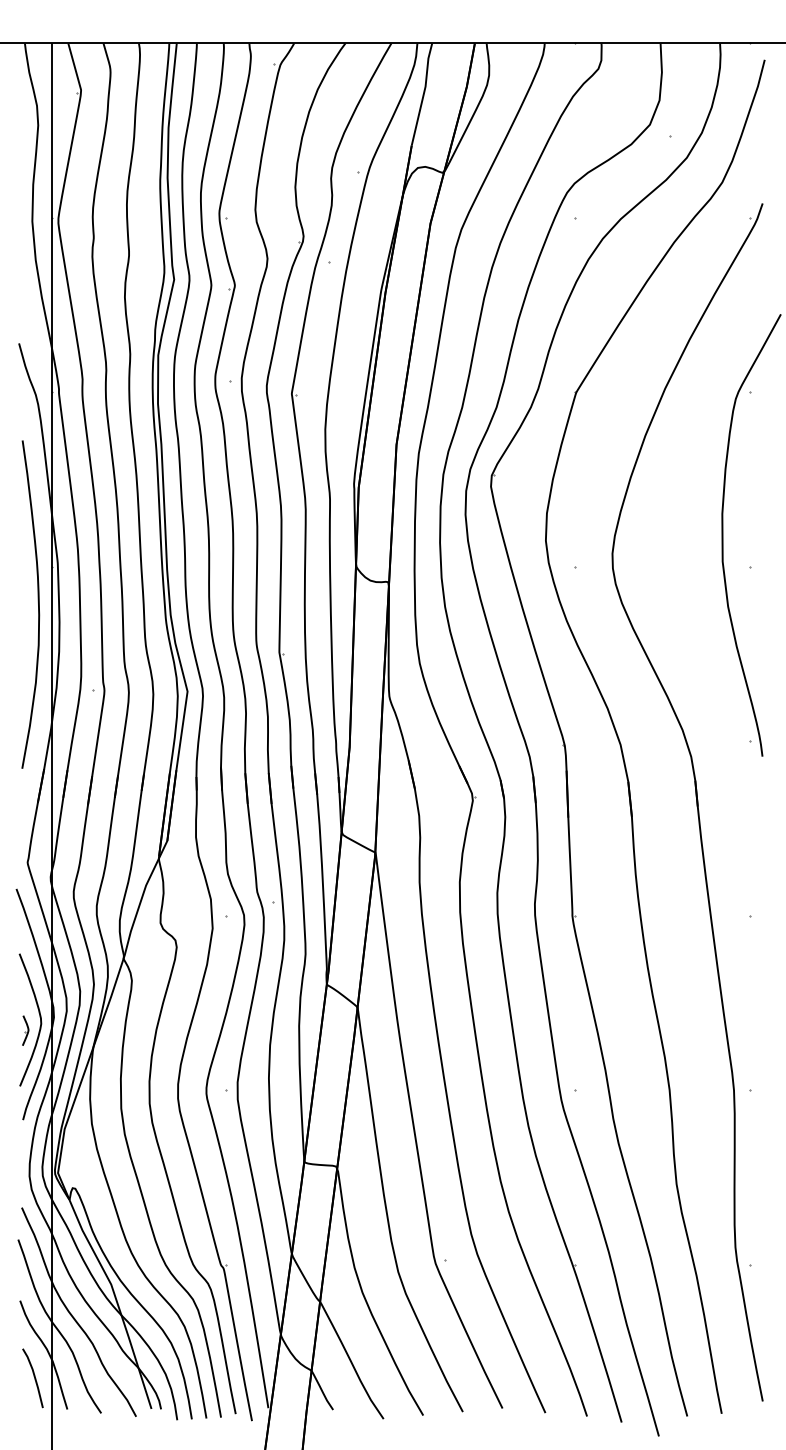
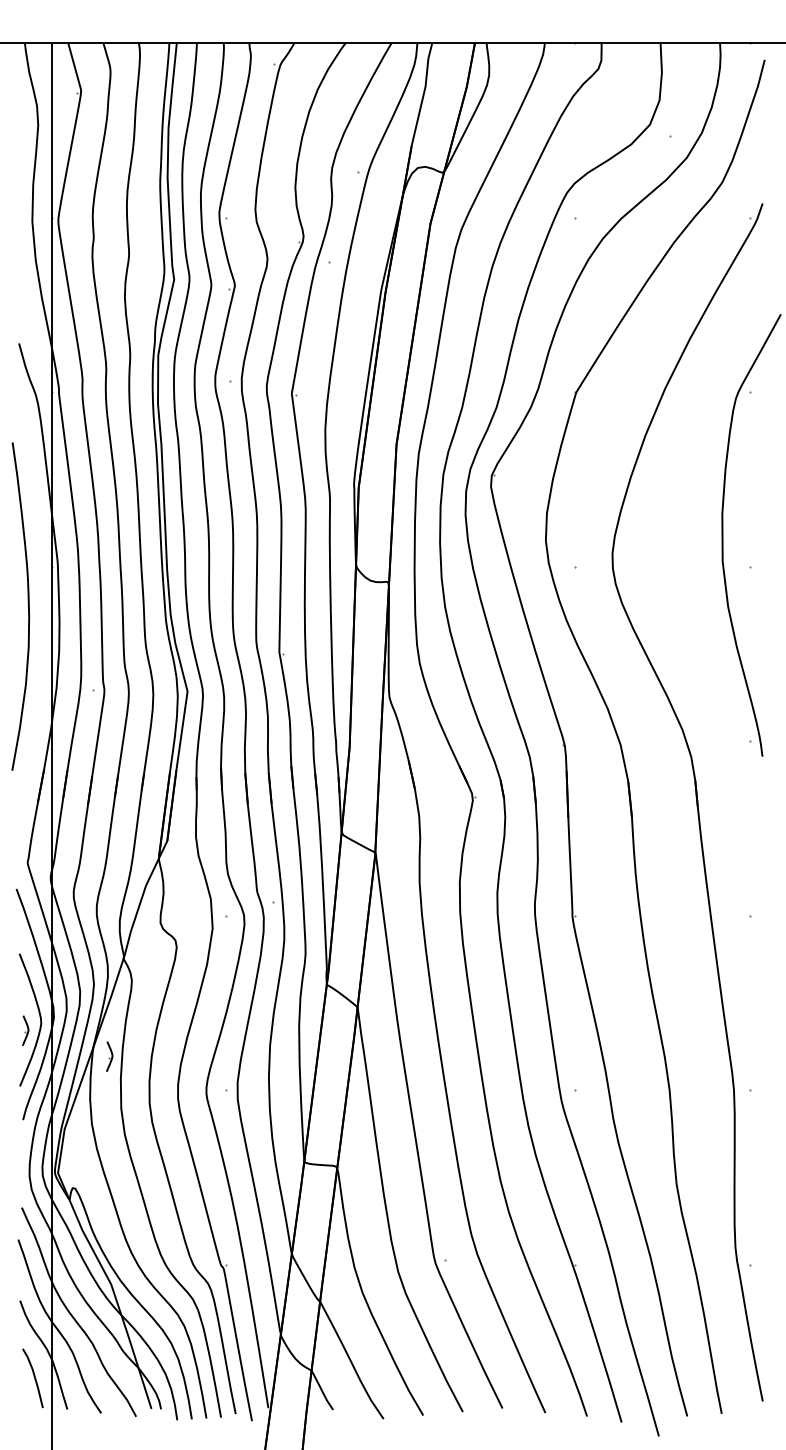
curve at (37, 601) position: (37, 601) -> (27, 603)
part at (109, 1056): none -> present
